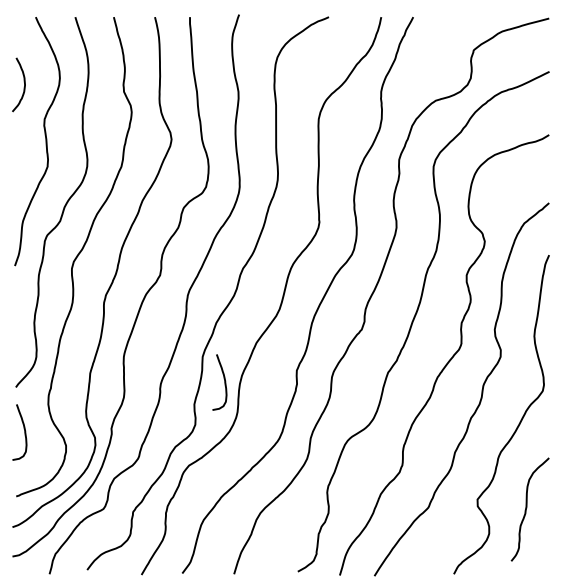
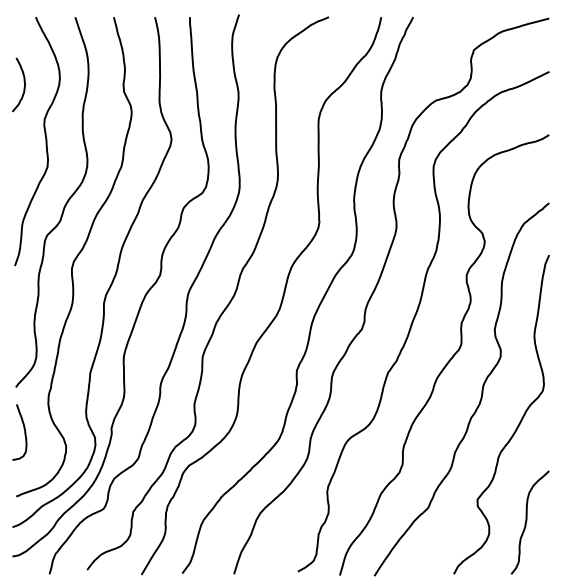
curve at (224, 382): present -> none
curve at (527, 508) position: (527, 508) -> (527, 521)
